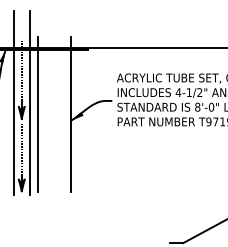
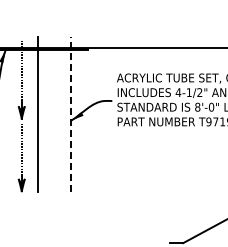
line at (13, 103): present -> none
line at (30, 103): present -> none
line at (71, 114): solid -> dashed
